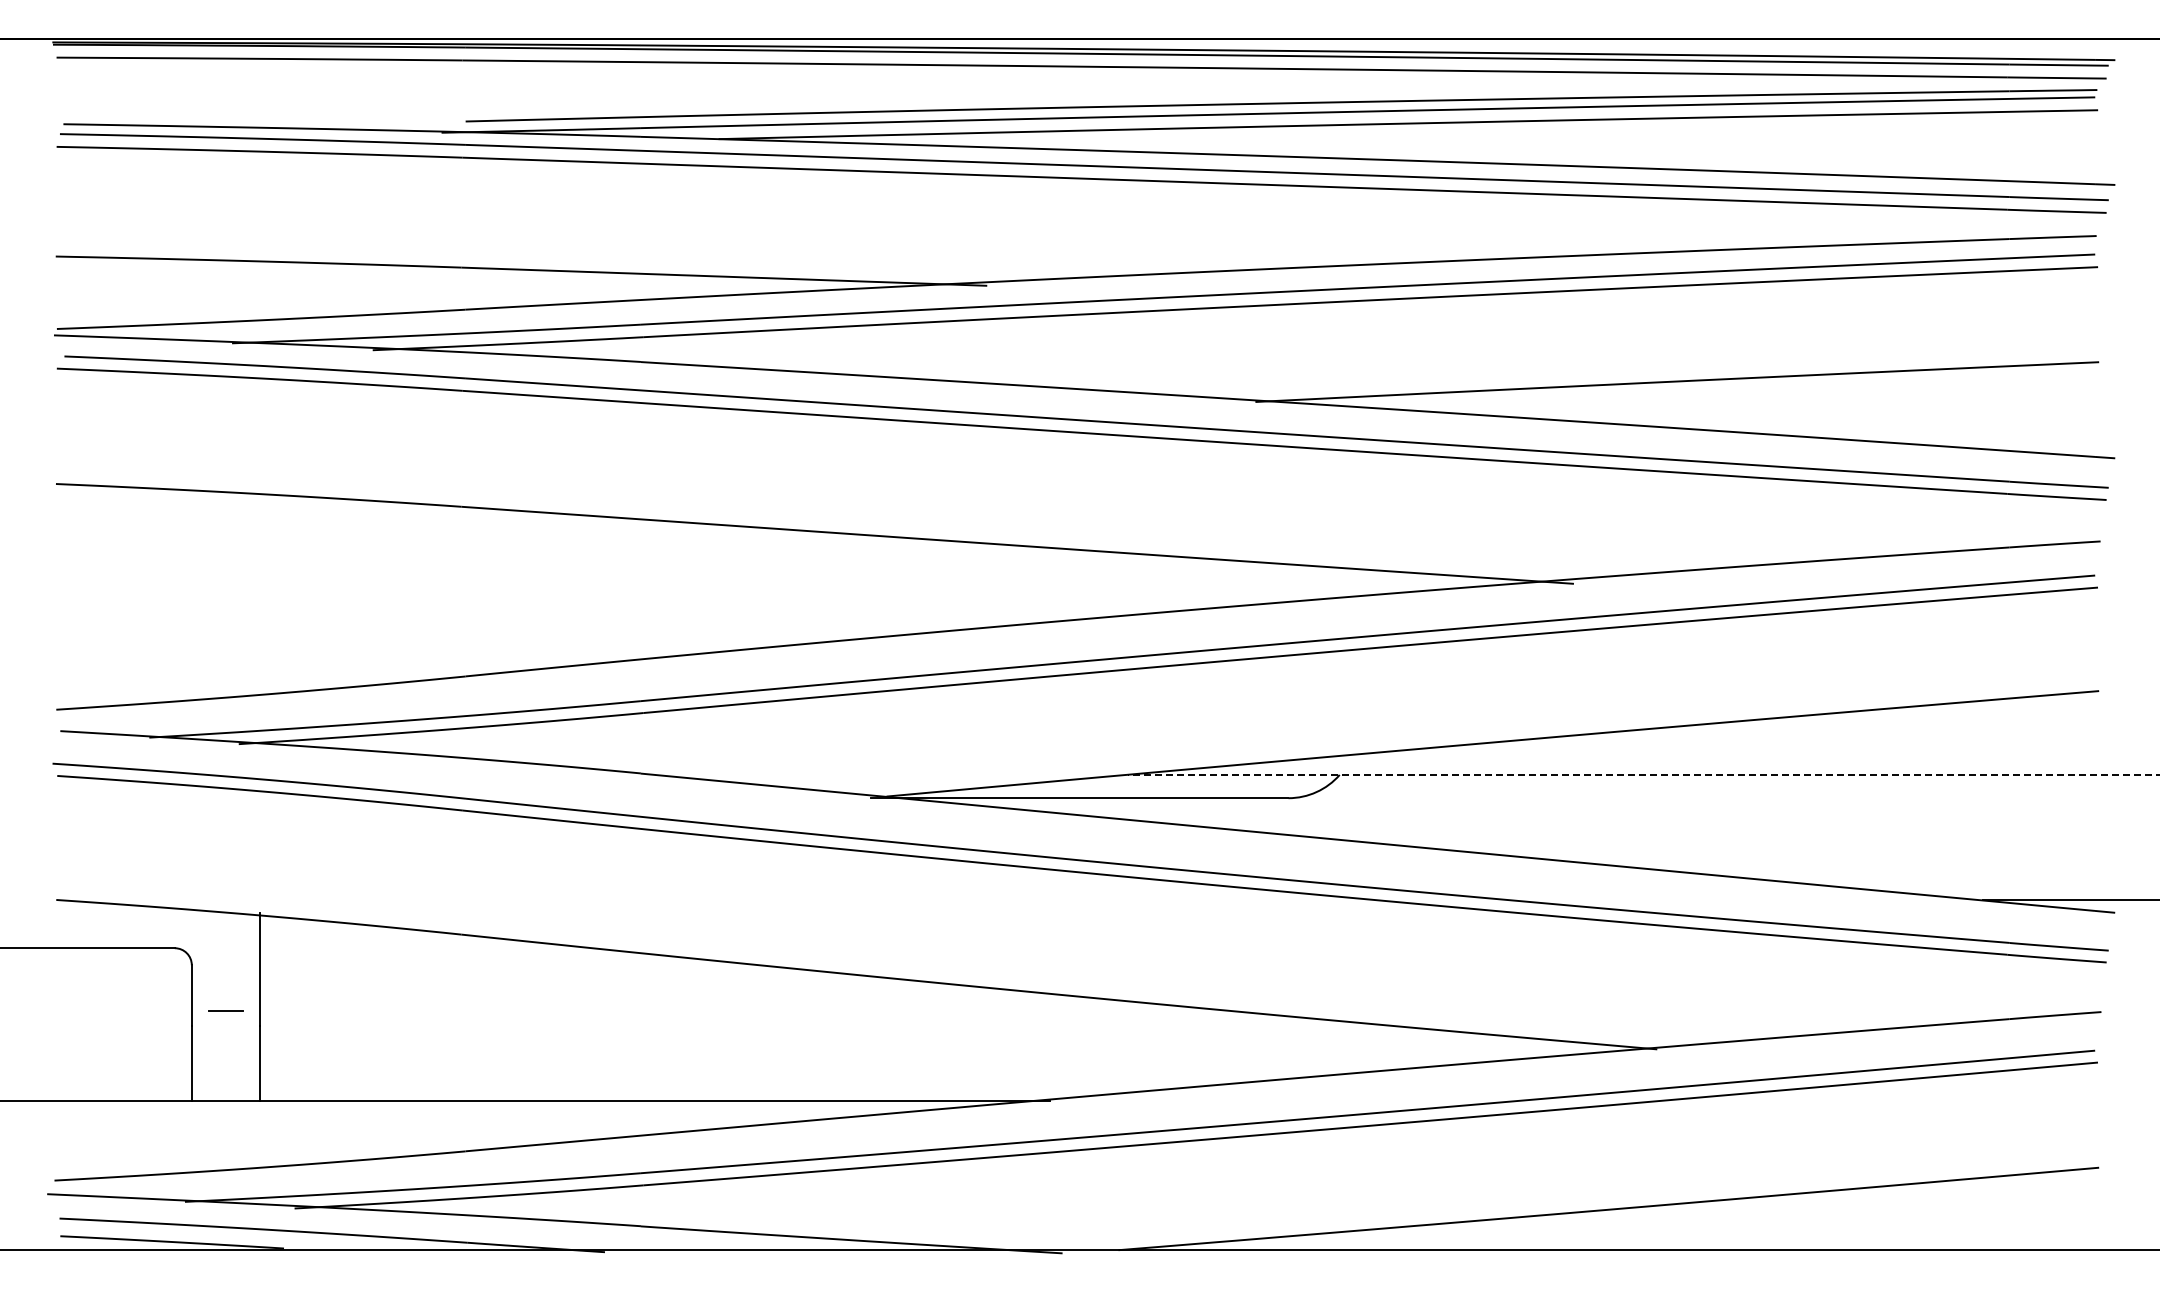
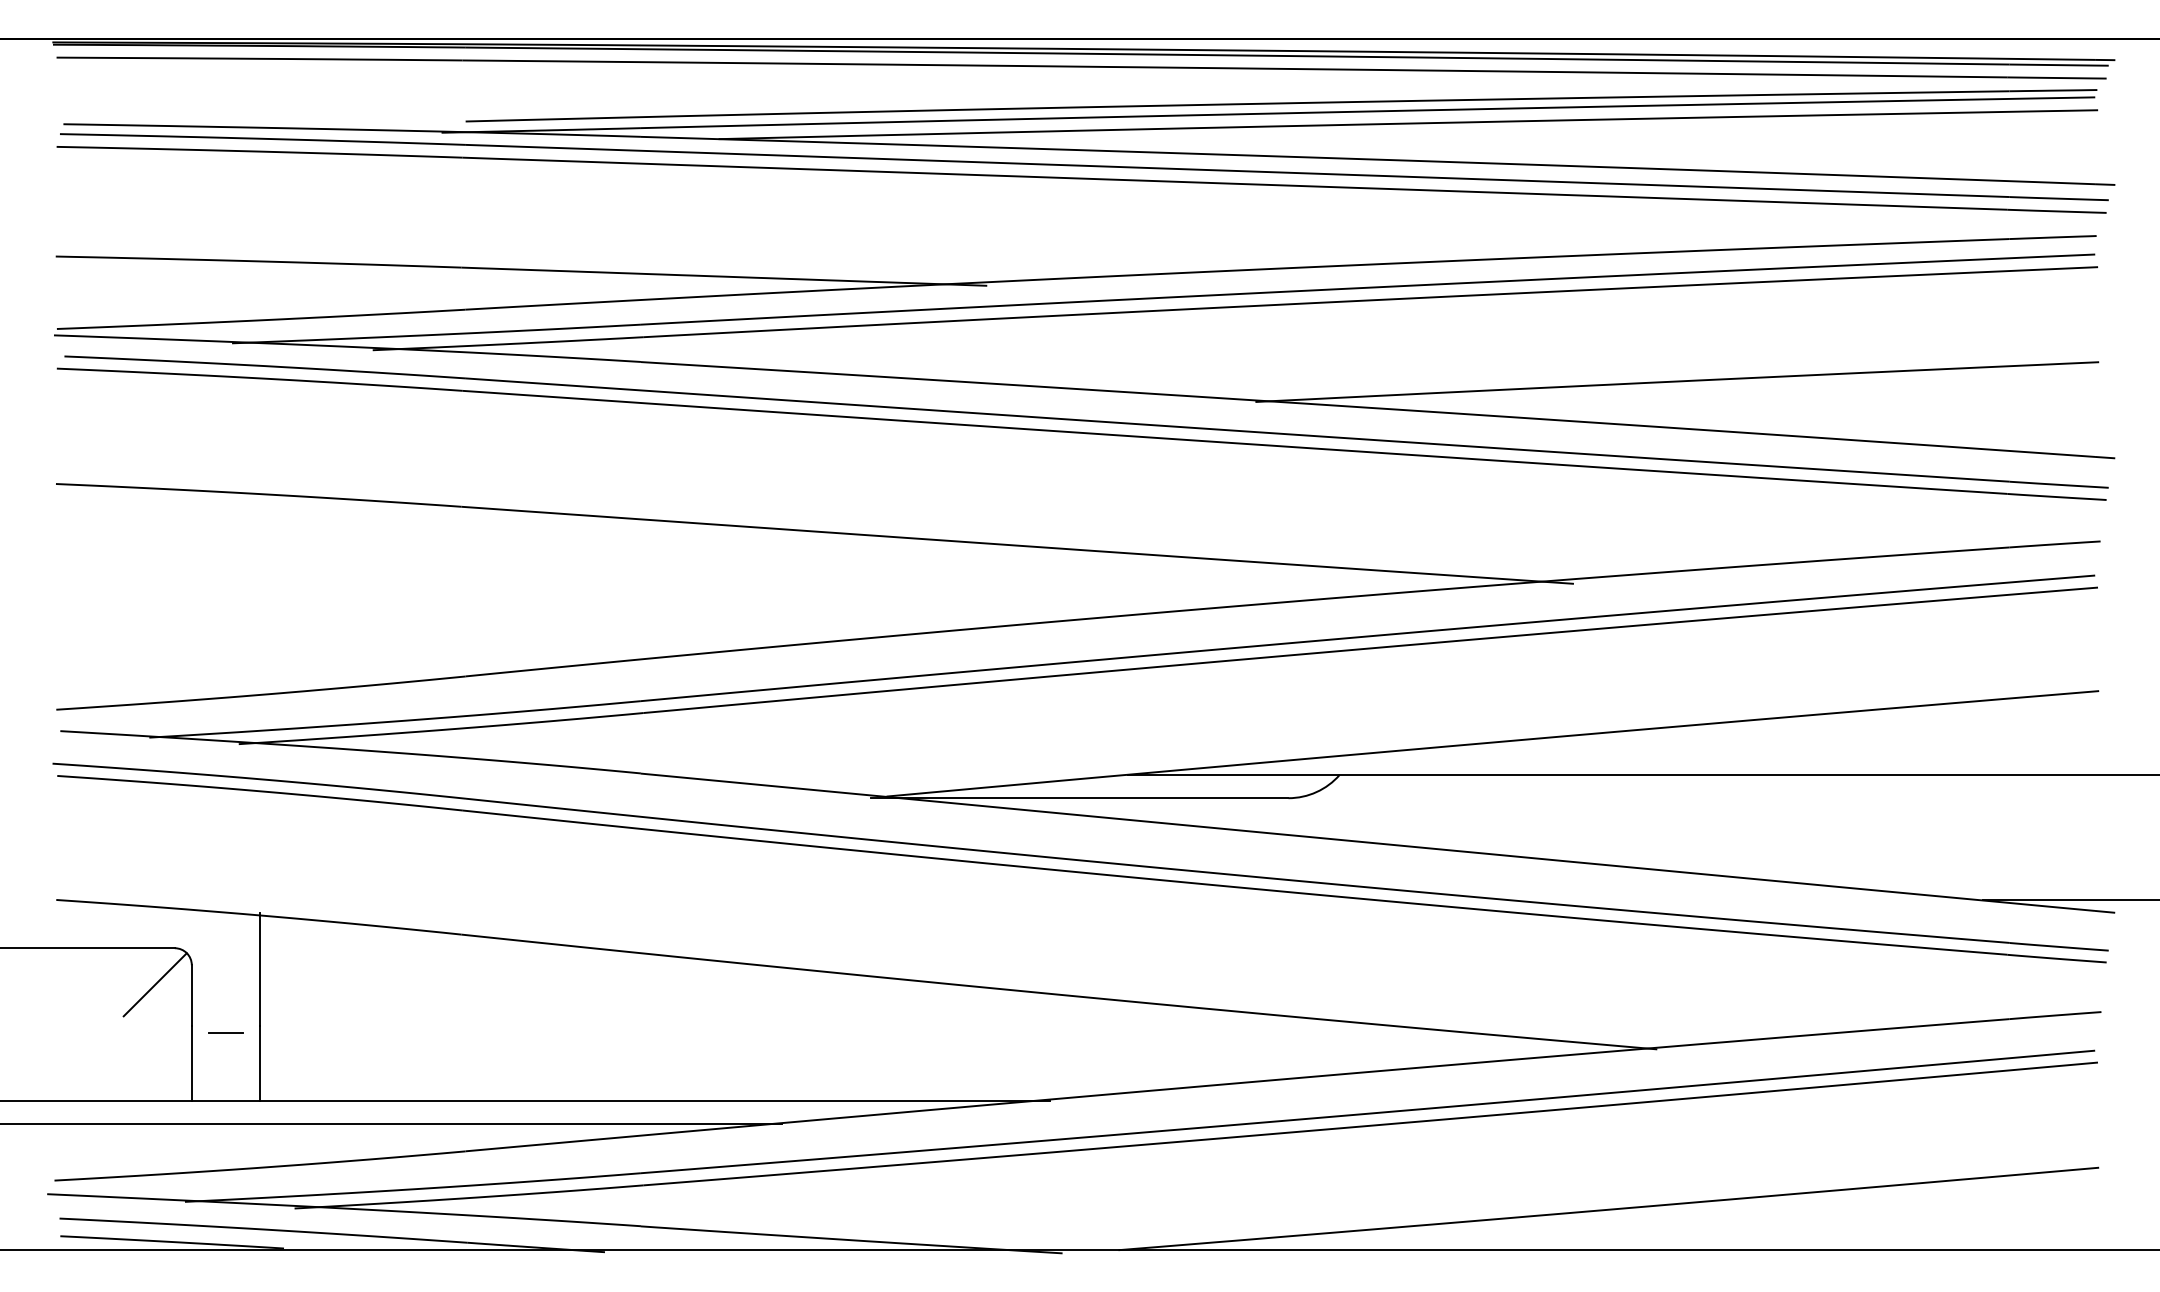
line at (1643, 774): dashed -> solid
line at (154, 984): none -> present
line at (225, 1010) position: (225, 1010) -> (225, 1032)
line at (392, 1124): none -> present
